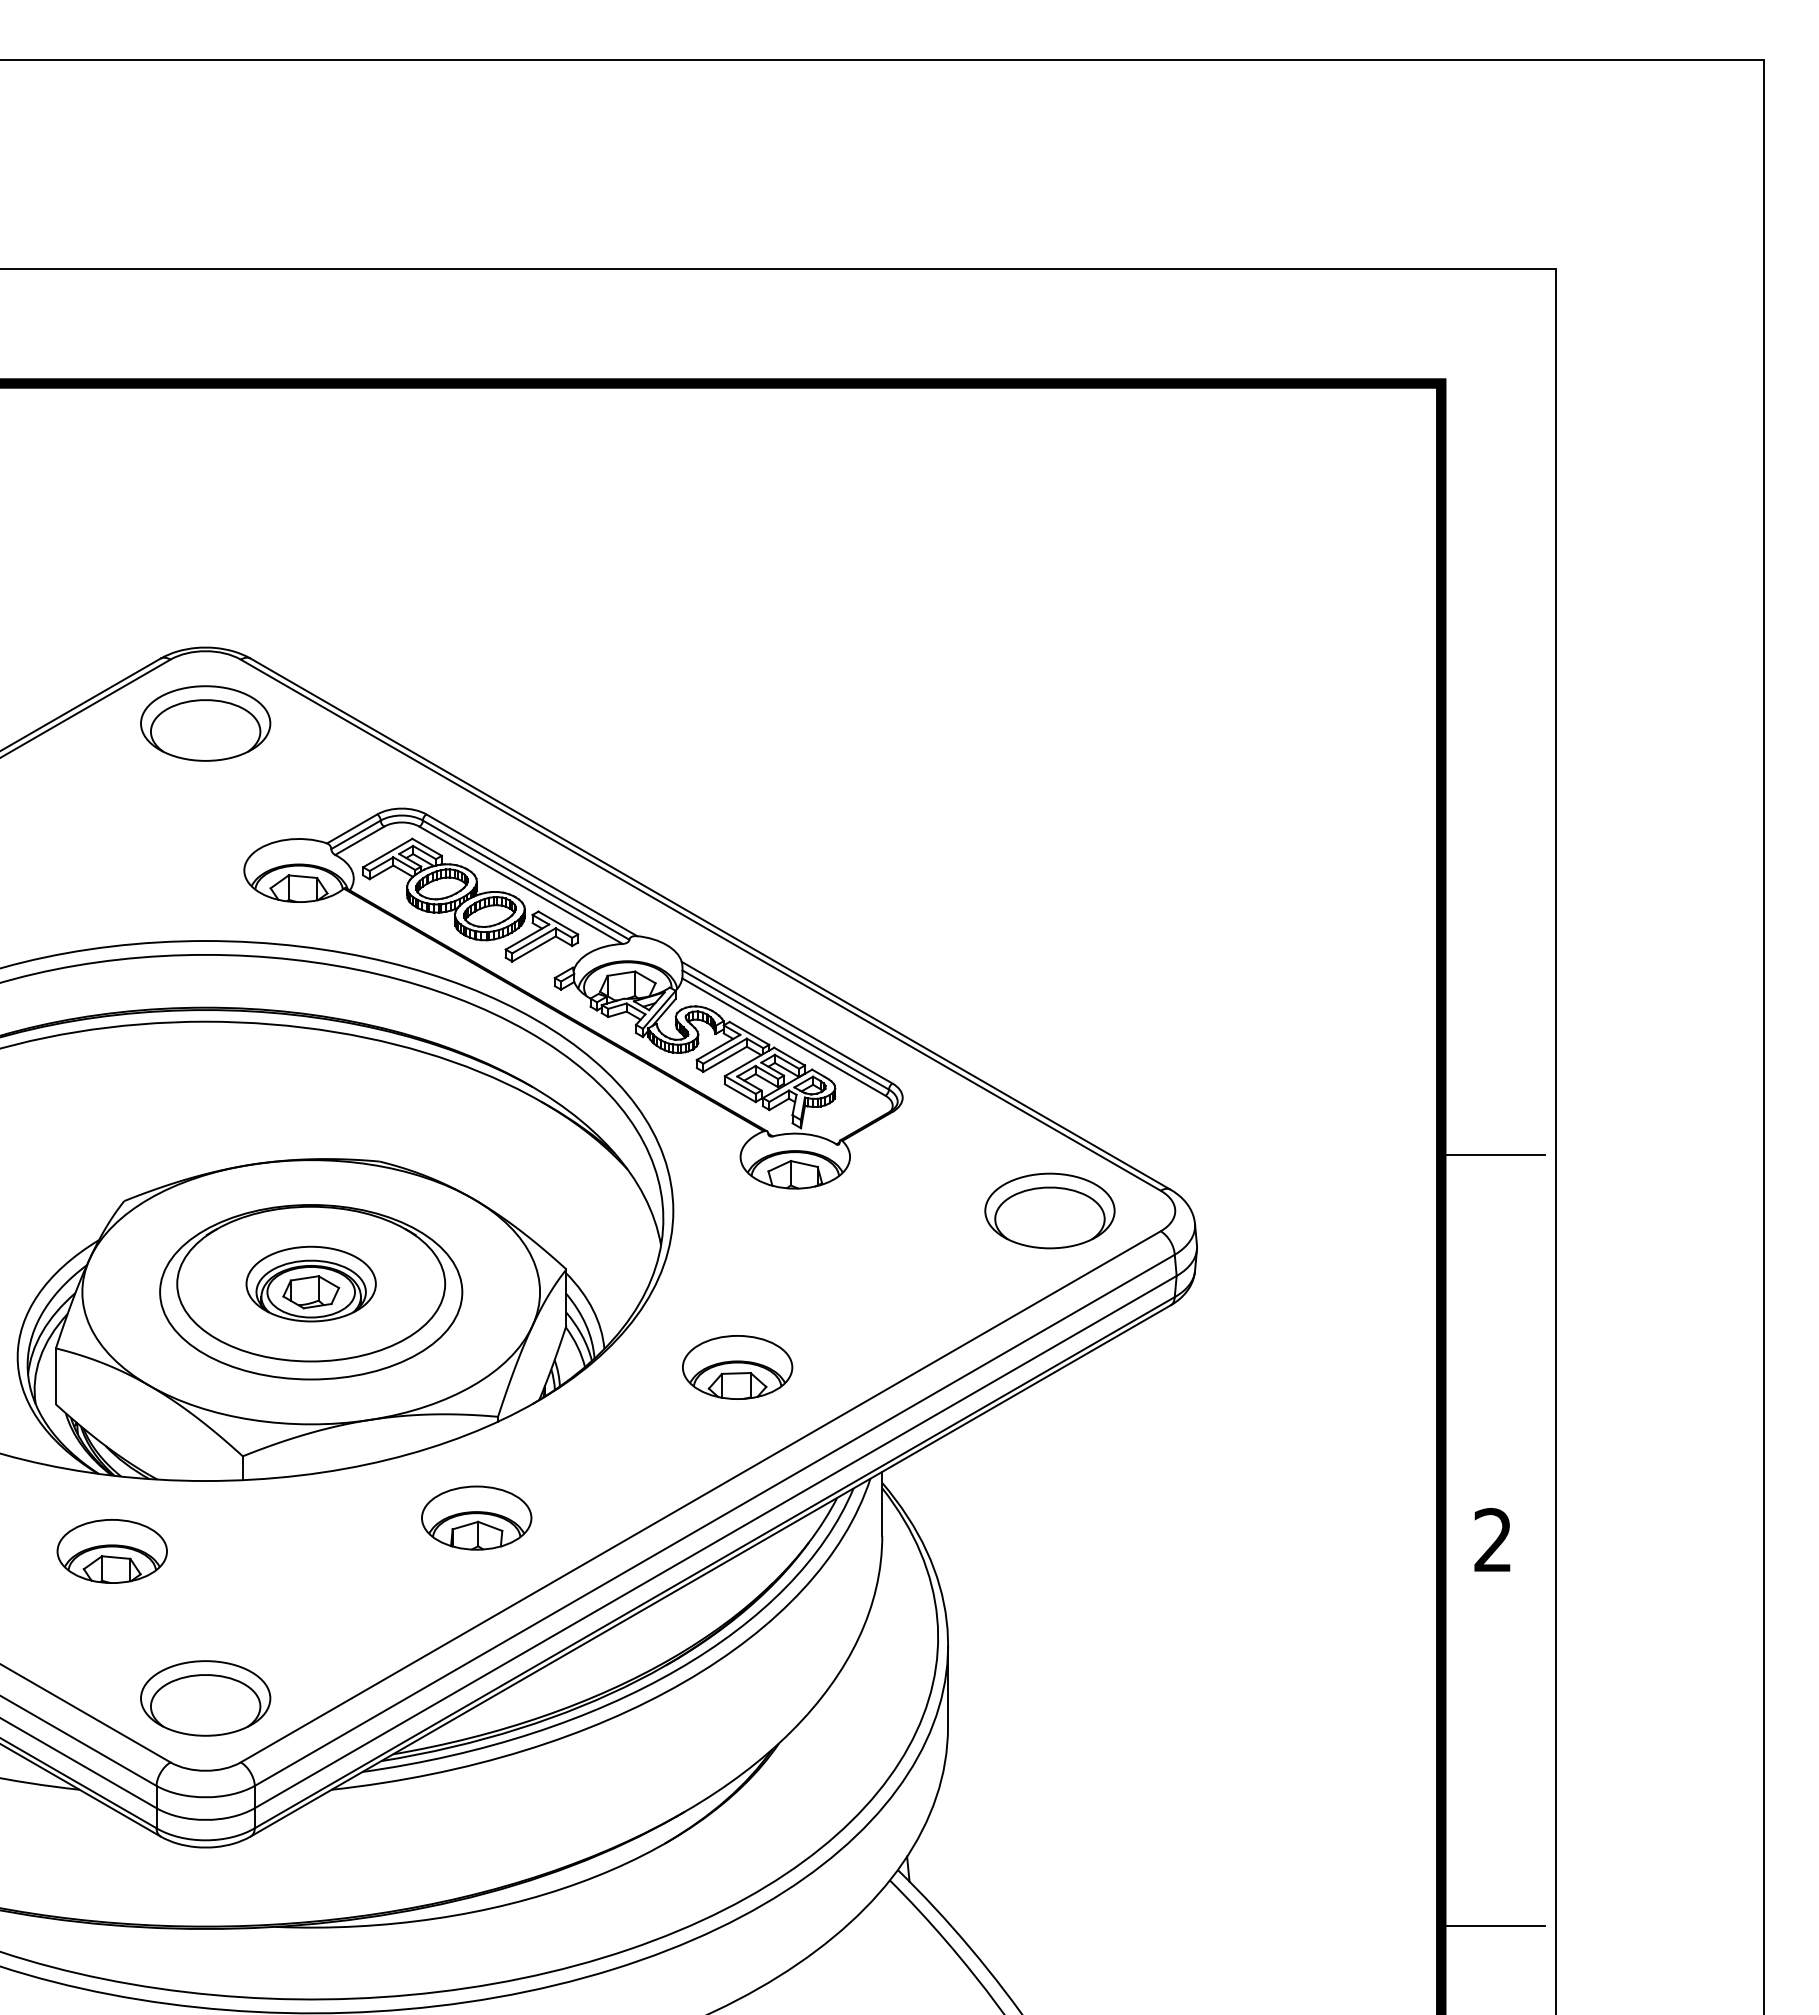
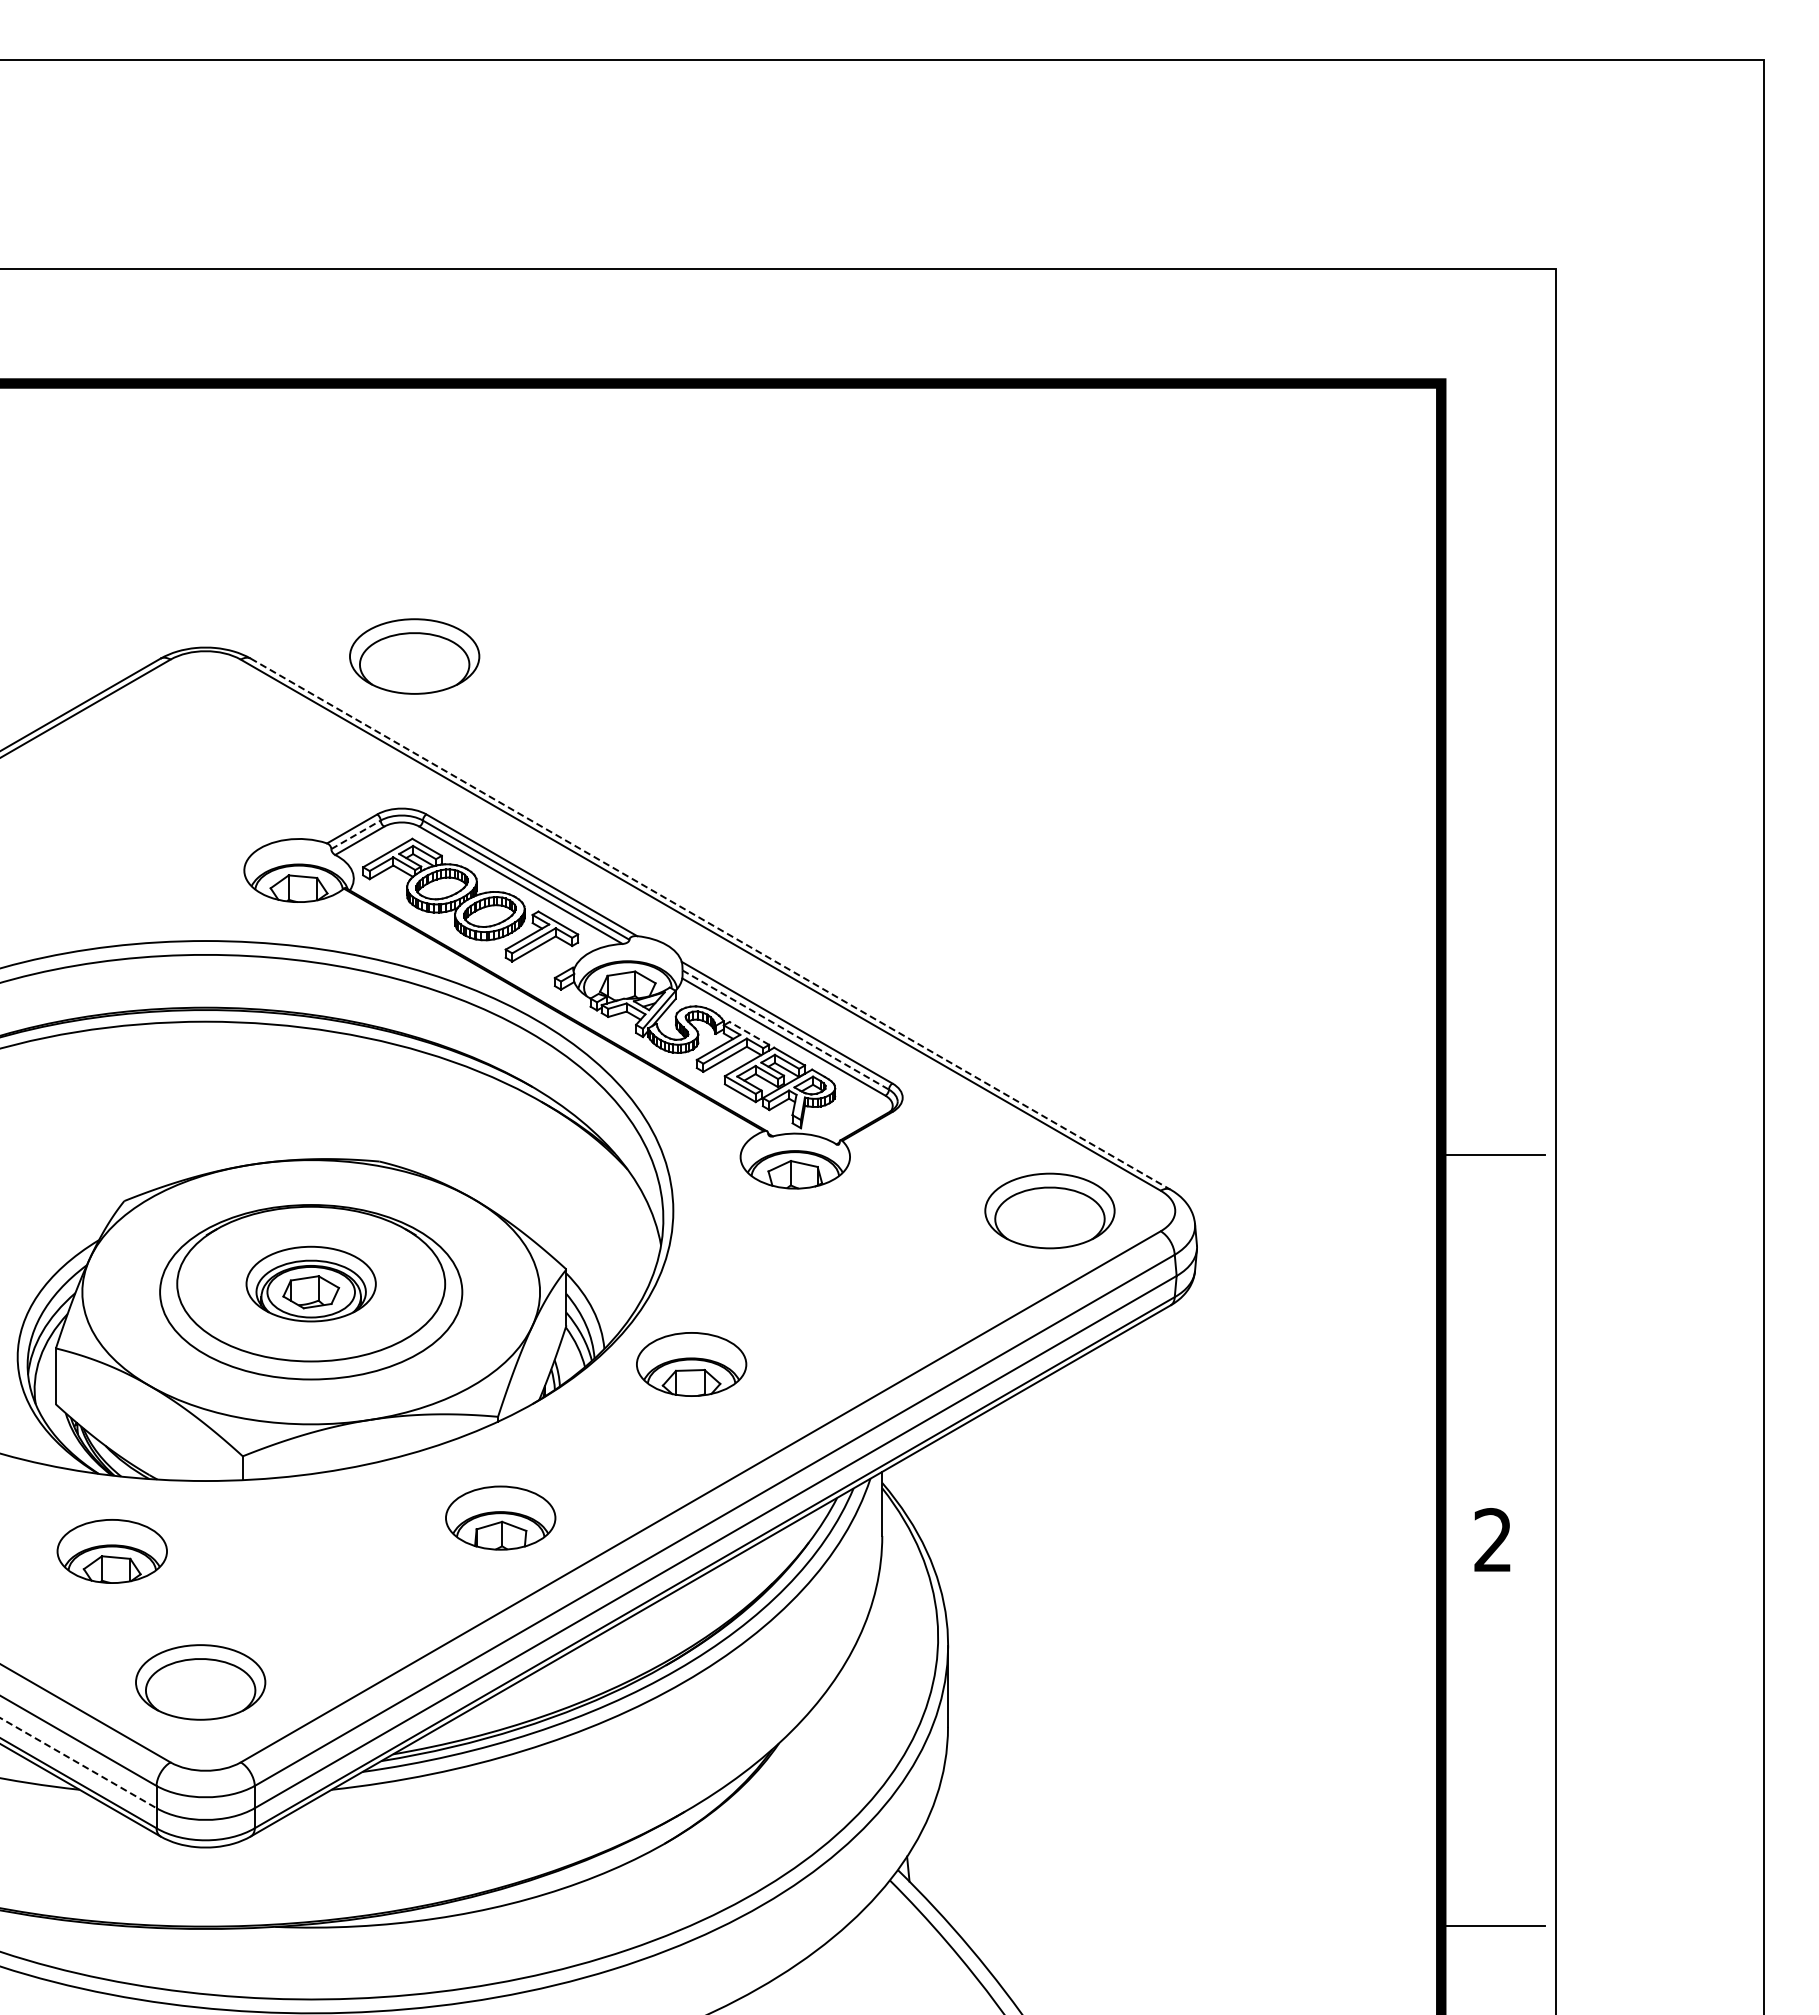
part at (205, 723) position: (205, 723) -> (414, 656)
line at (356, 834): solid -> dashed
line at (711, 924): solid -> dashed
line at (786, 1030): solid -> dashed
line at (749, 1033): solid -> dashed
part at (737, 1367) position: (737, 1367) -> (691, 1364)
part at (476, 1517) position: (476, 1517) -> (500, 1517)
part at (205, 1698) position: (205, 1698) -> (200, 1682)
line at (78, 1763): solid -> dashed
